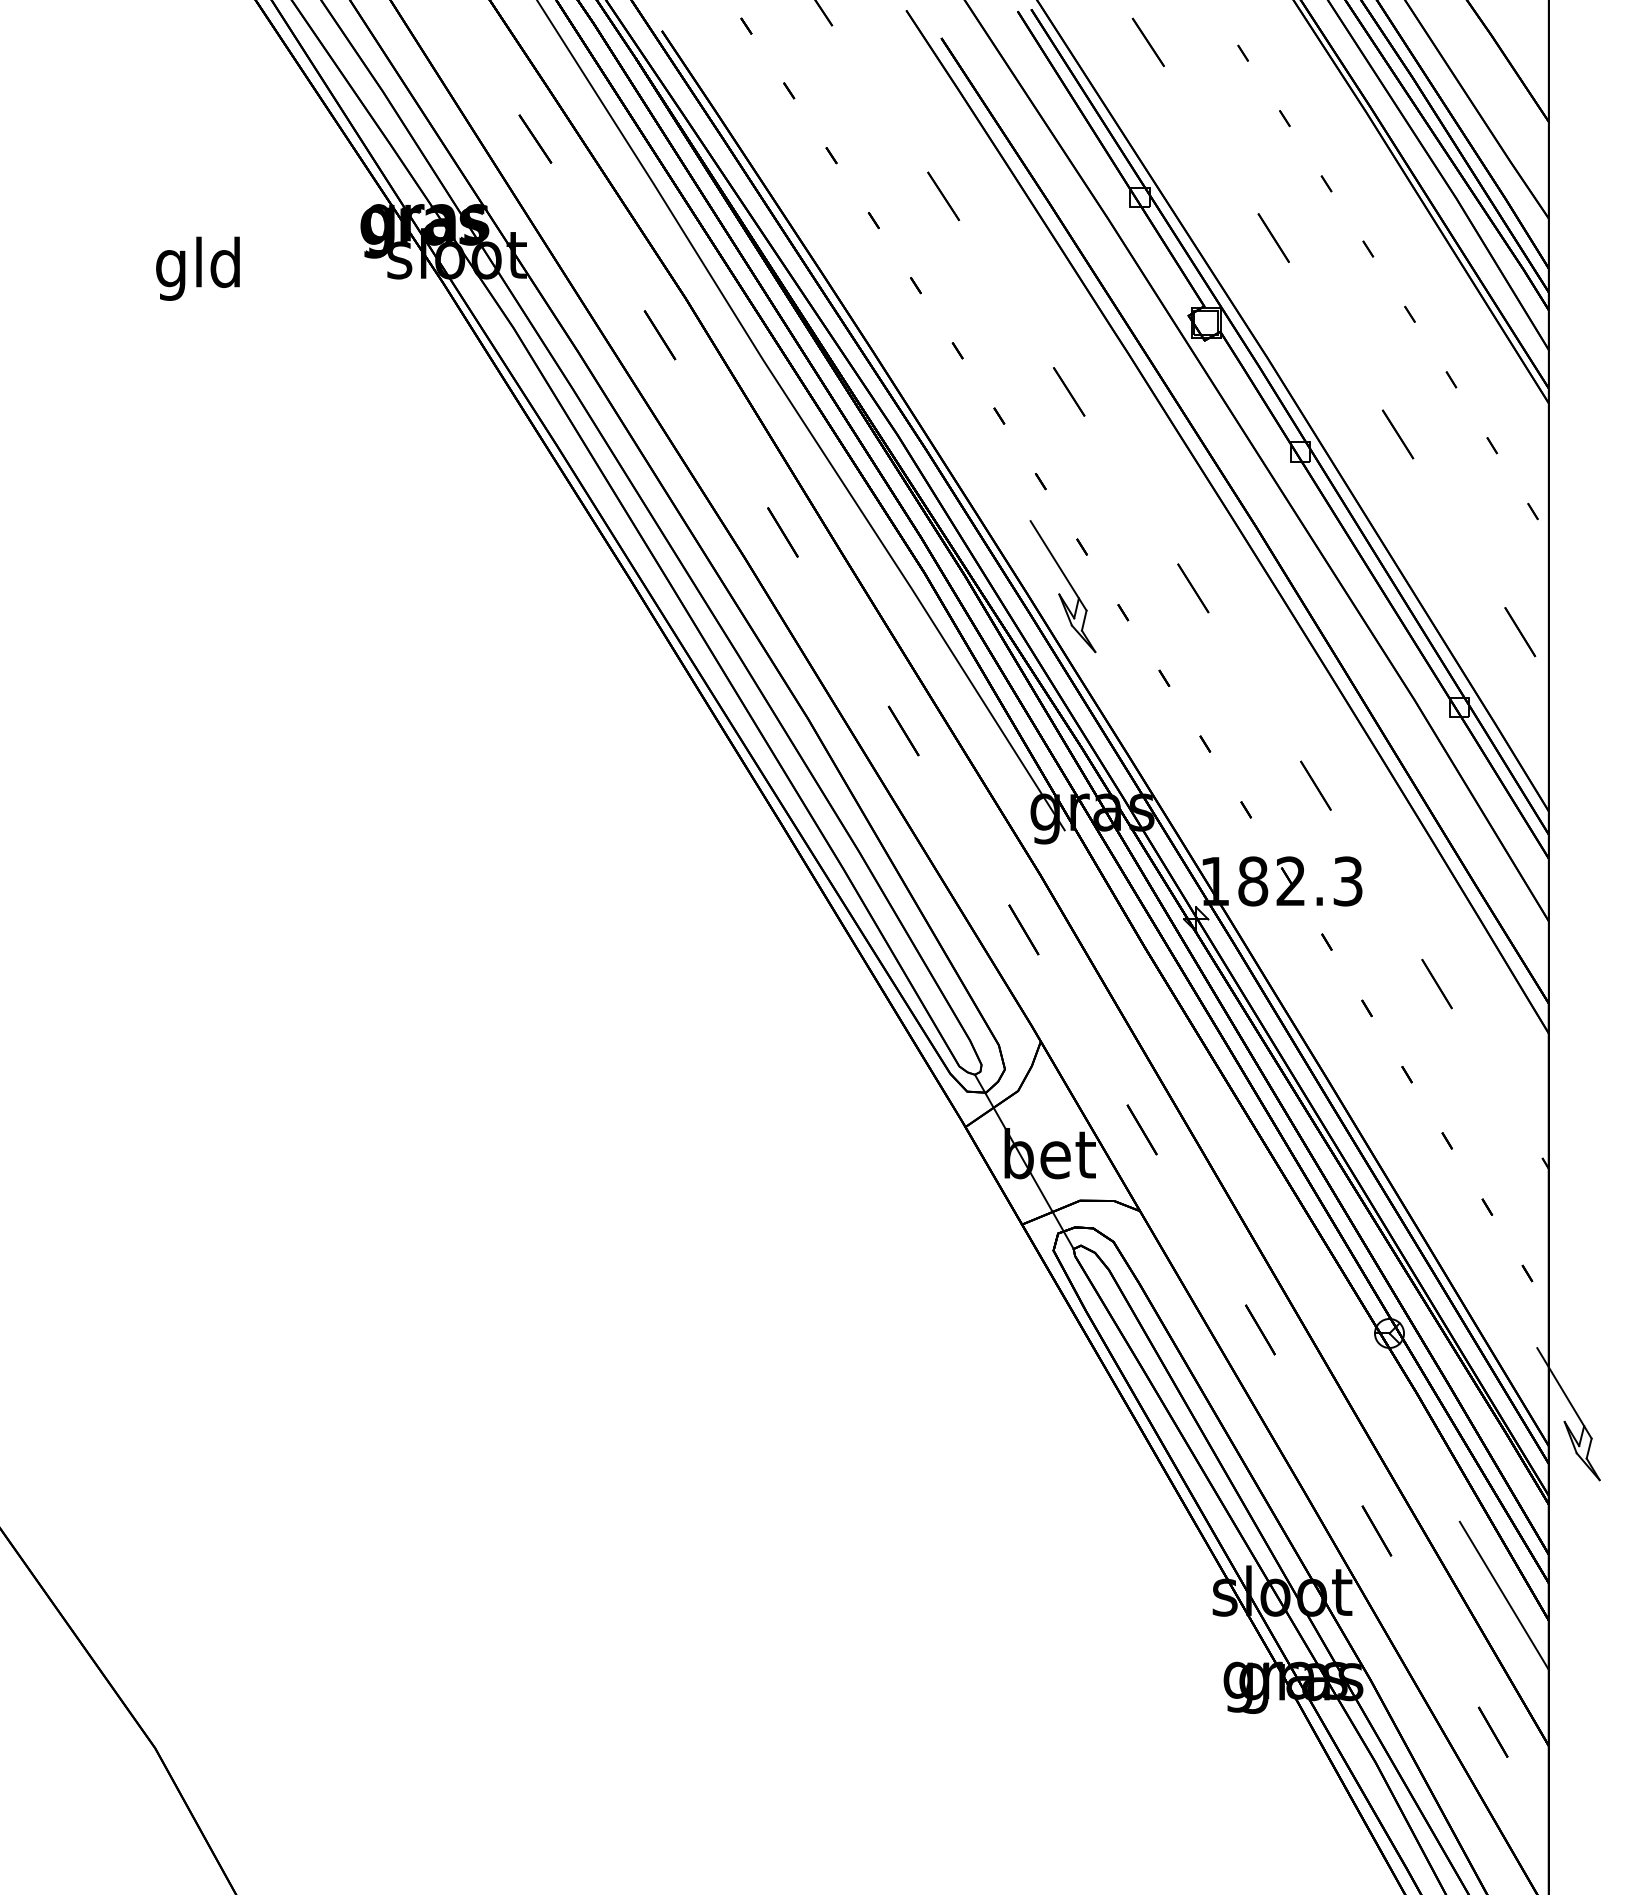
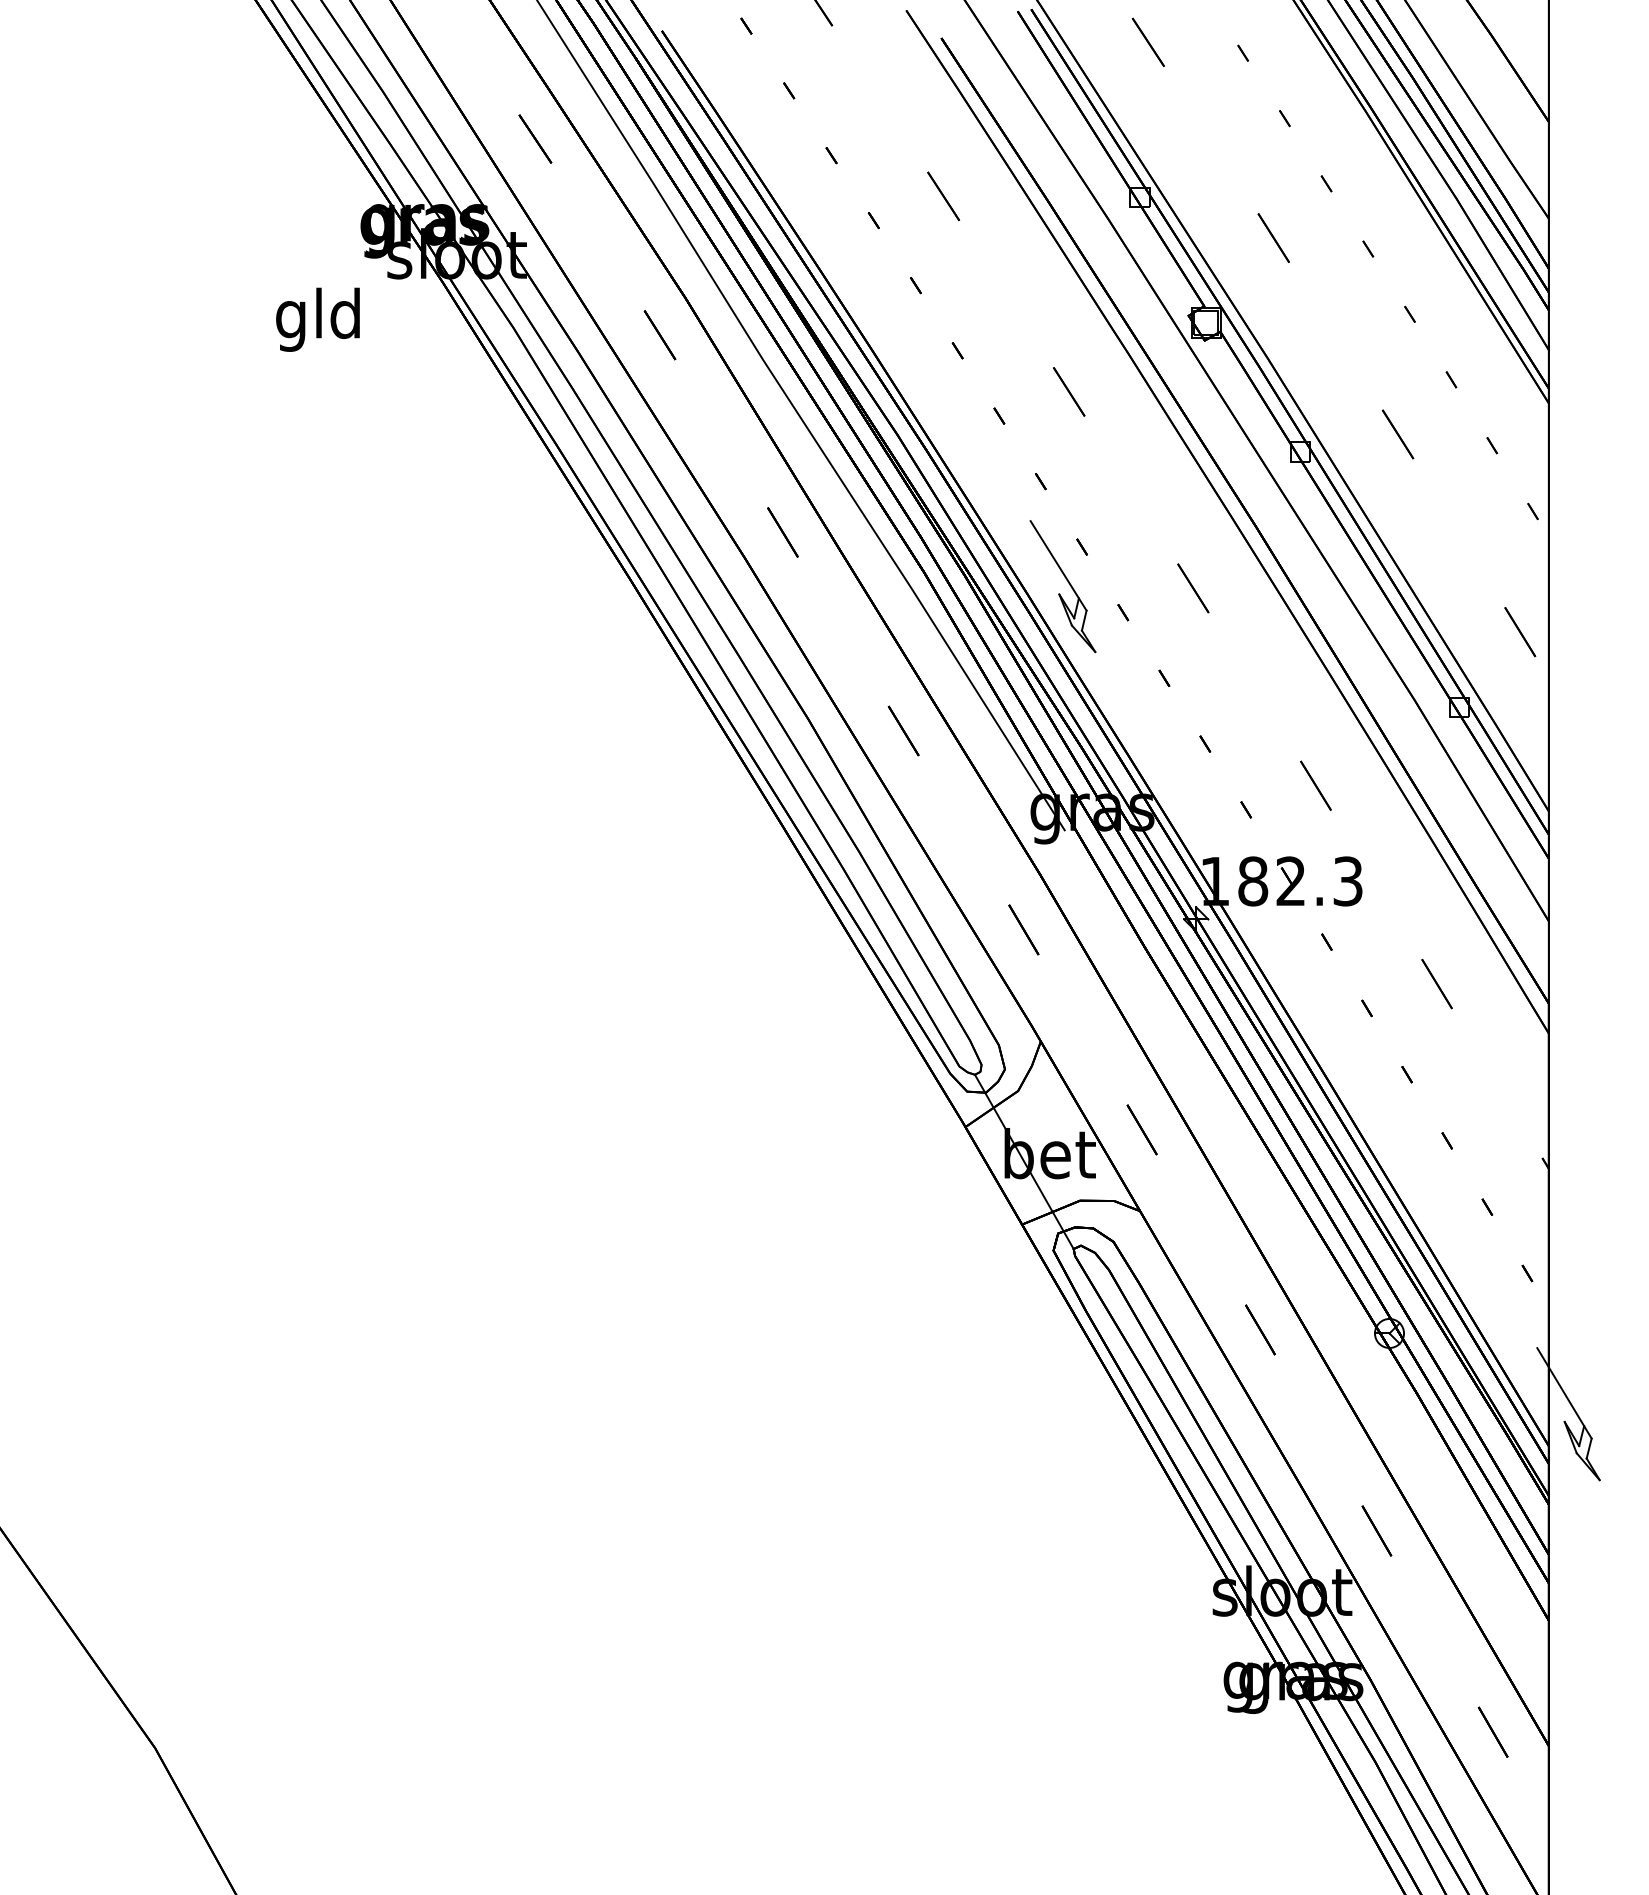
text at (197, 268) position: (197, 268) -> (317, 319)
line at (1503, 1595): present -> none
